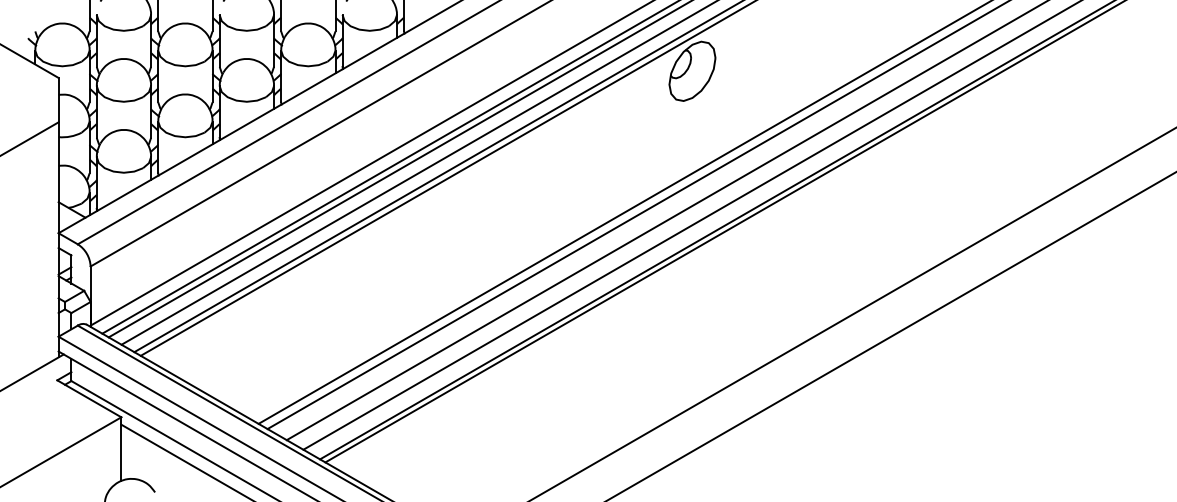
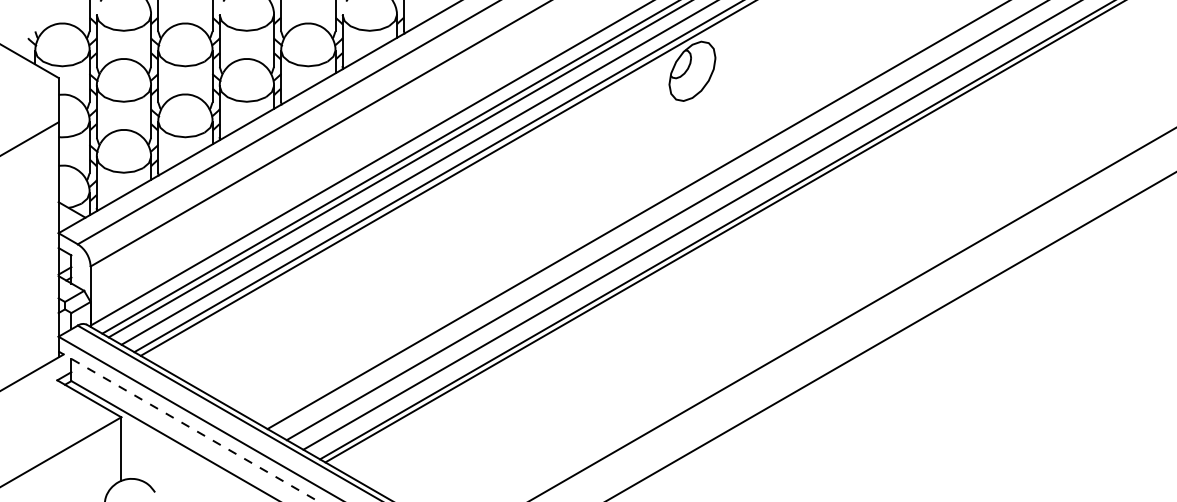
line at (623, 212): present -> none
line at (188, 426): solid -> dashed
line at (185, 461): present -> none
